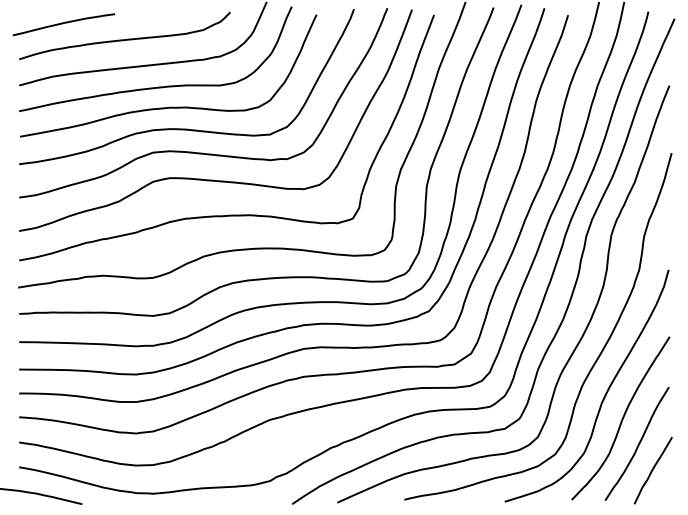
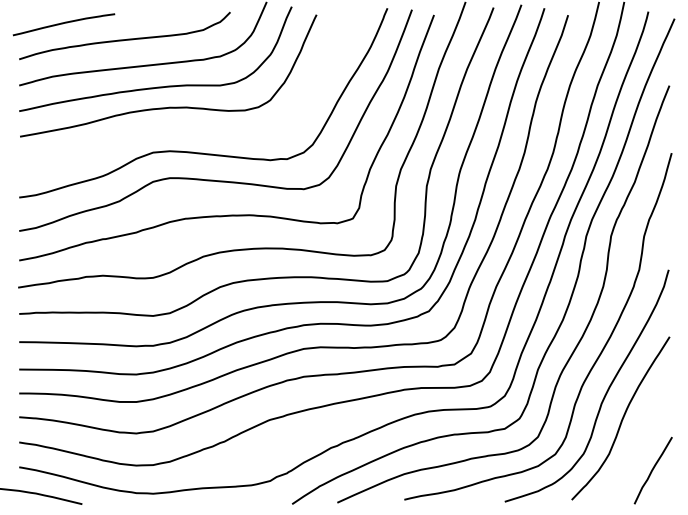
curve at (186, 128): present -> none
curve at (637, 444): present -> none
